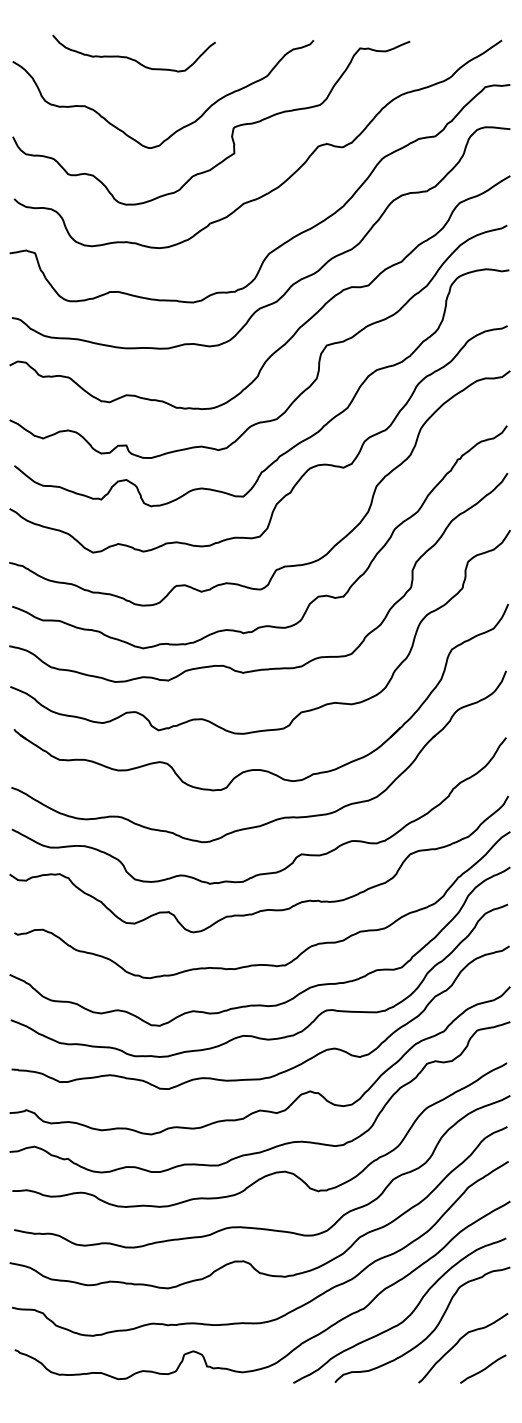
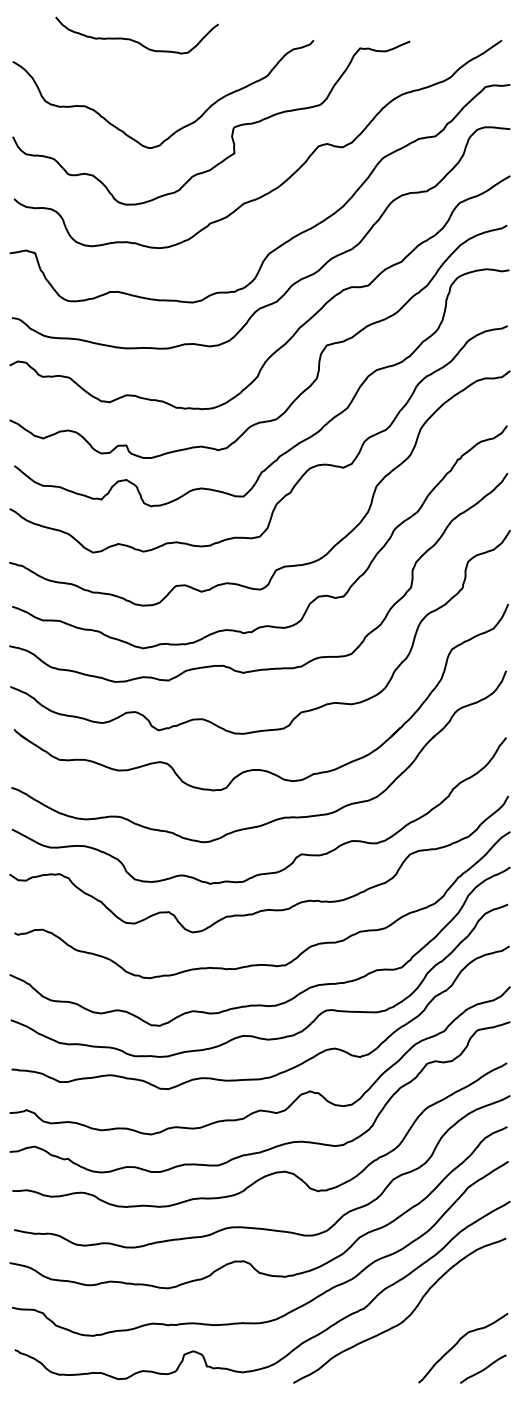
curve at (130, 57) position: (130, 57) -> (133, 39)
curve at (430, 1332): present -> none
